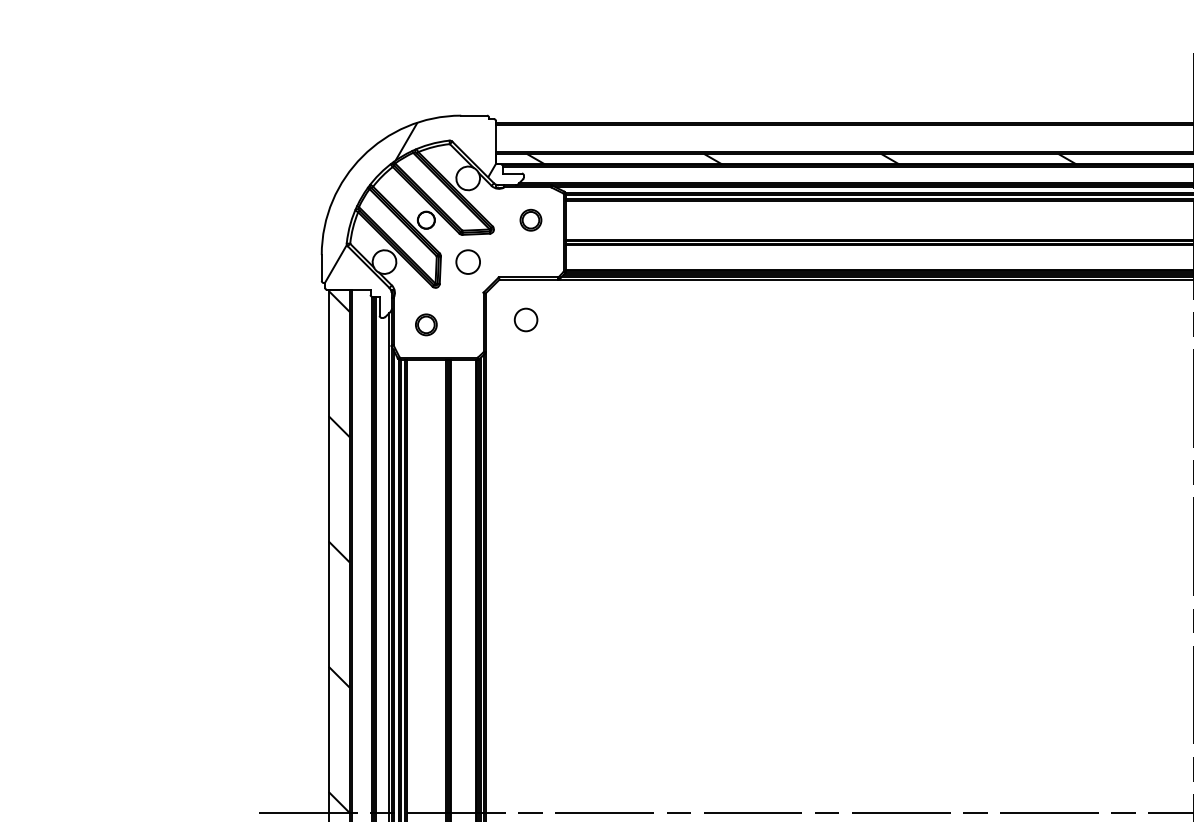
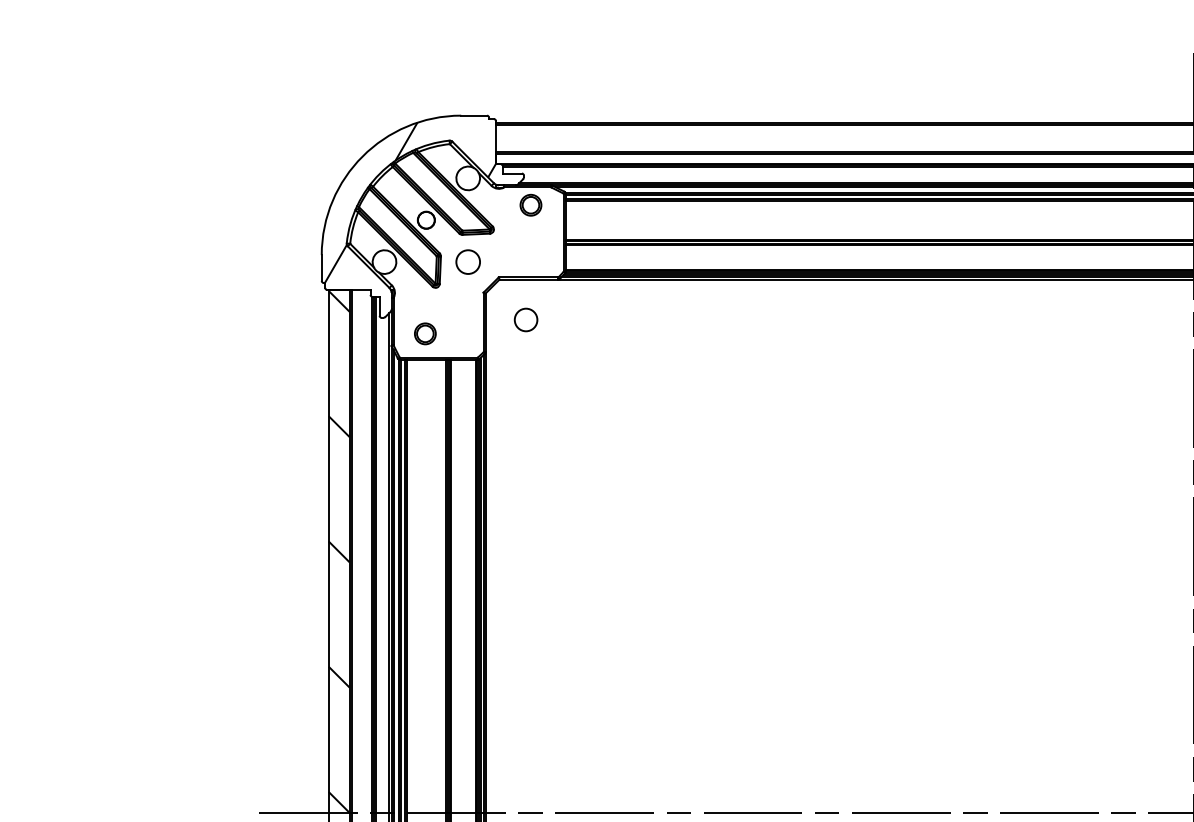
hatch at (801, 159): present -> none
part at (530, 219) position: (530, 219) -> (530, 204)
part at (426, 324) position: (426, 324) -> (425, 333)
